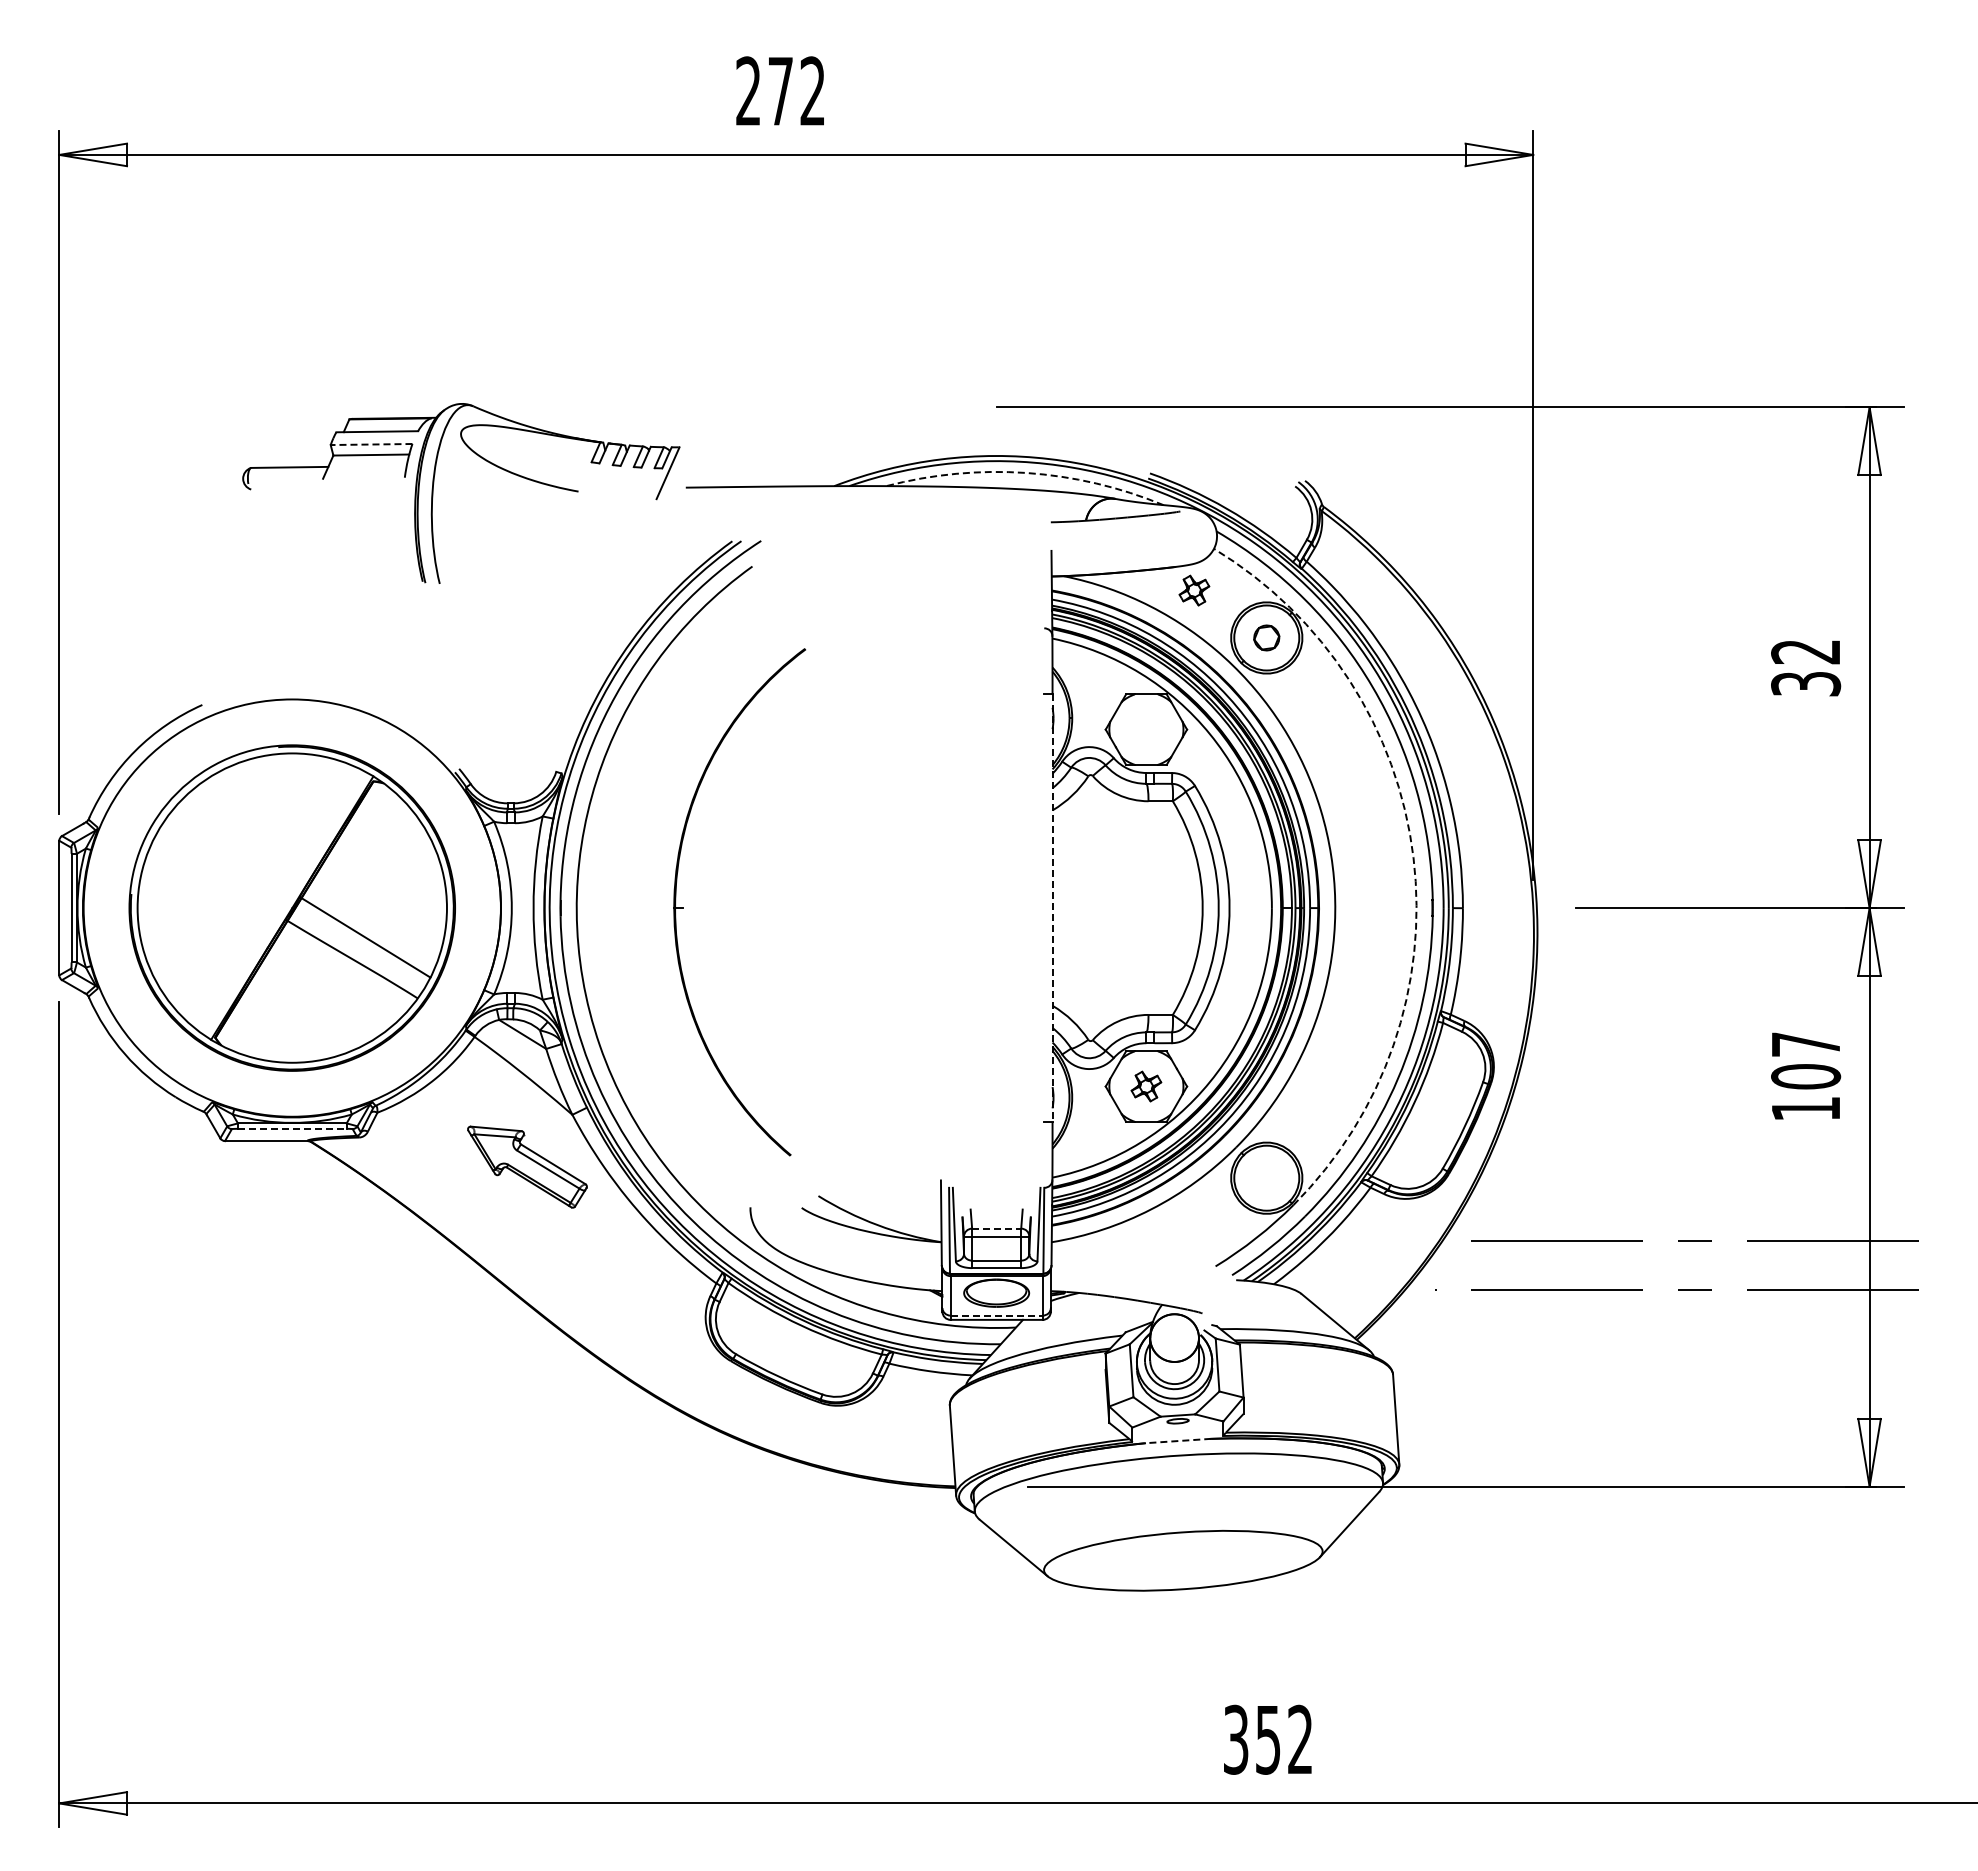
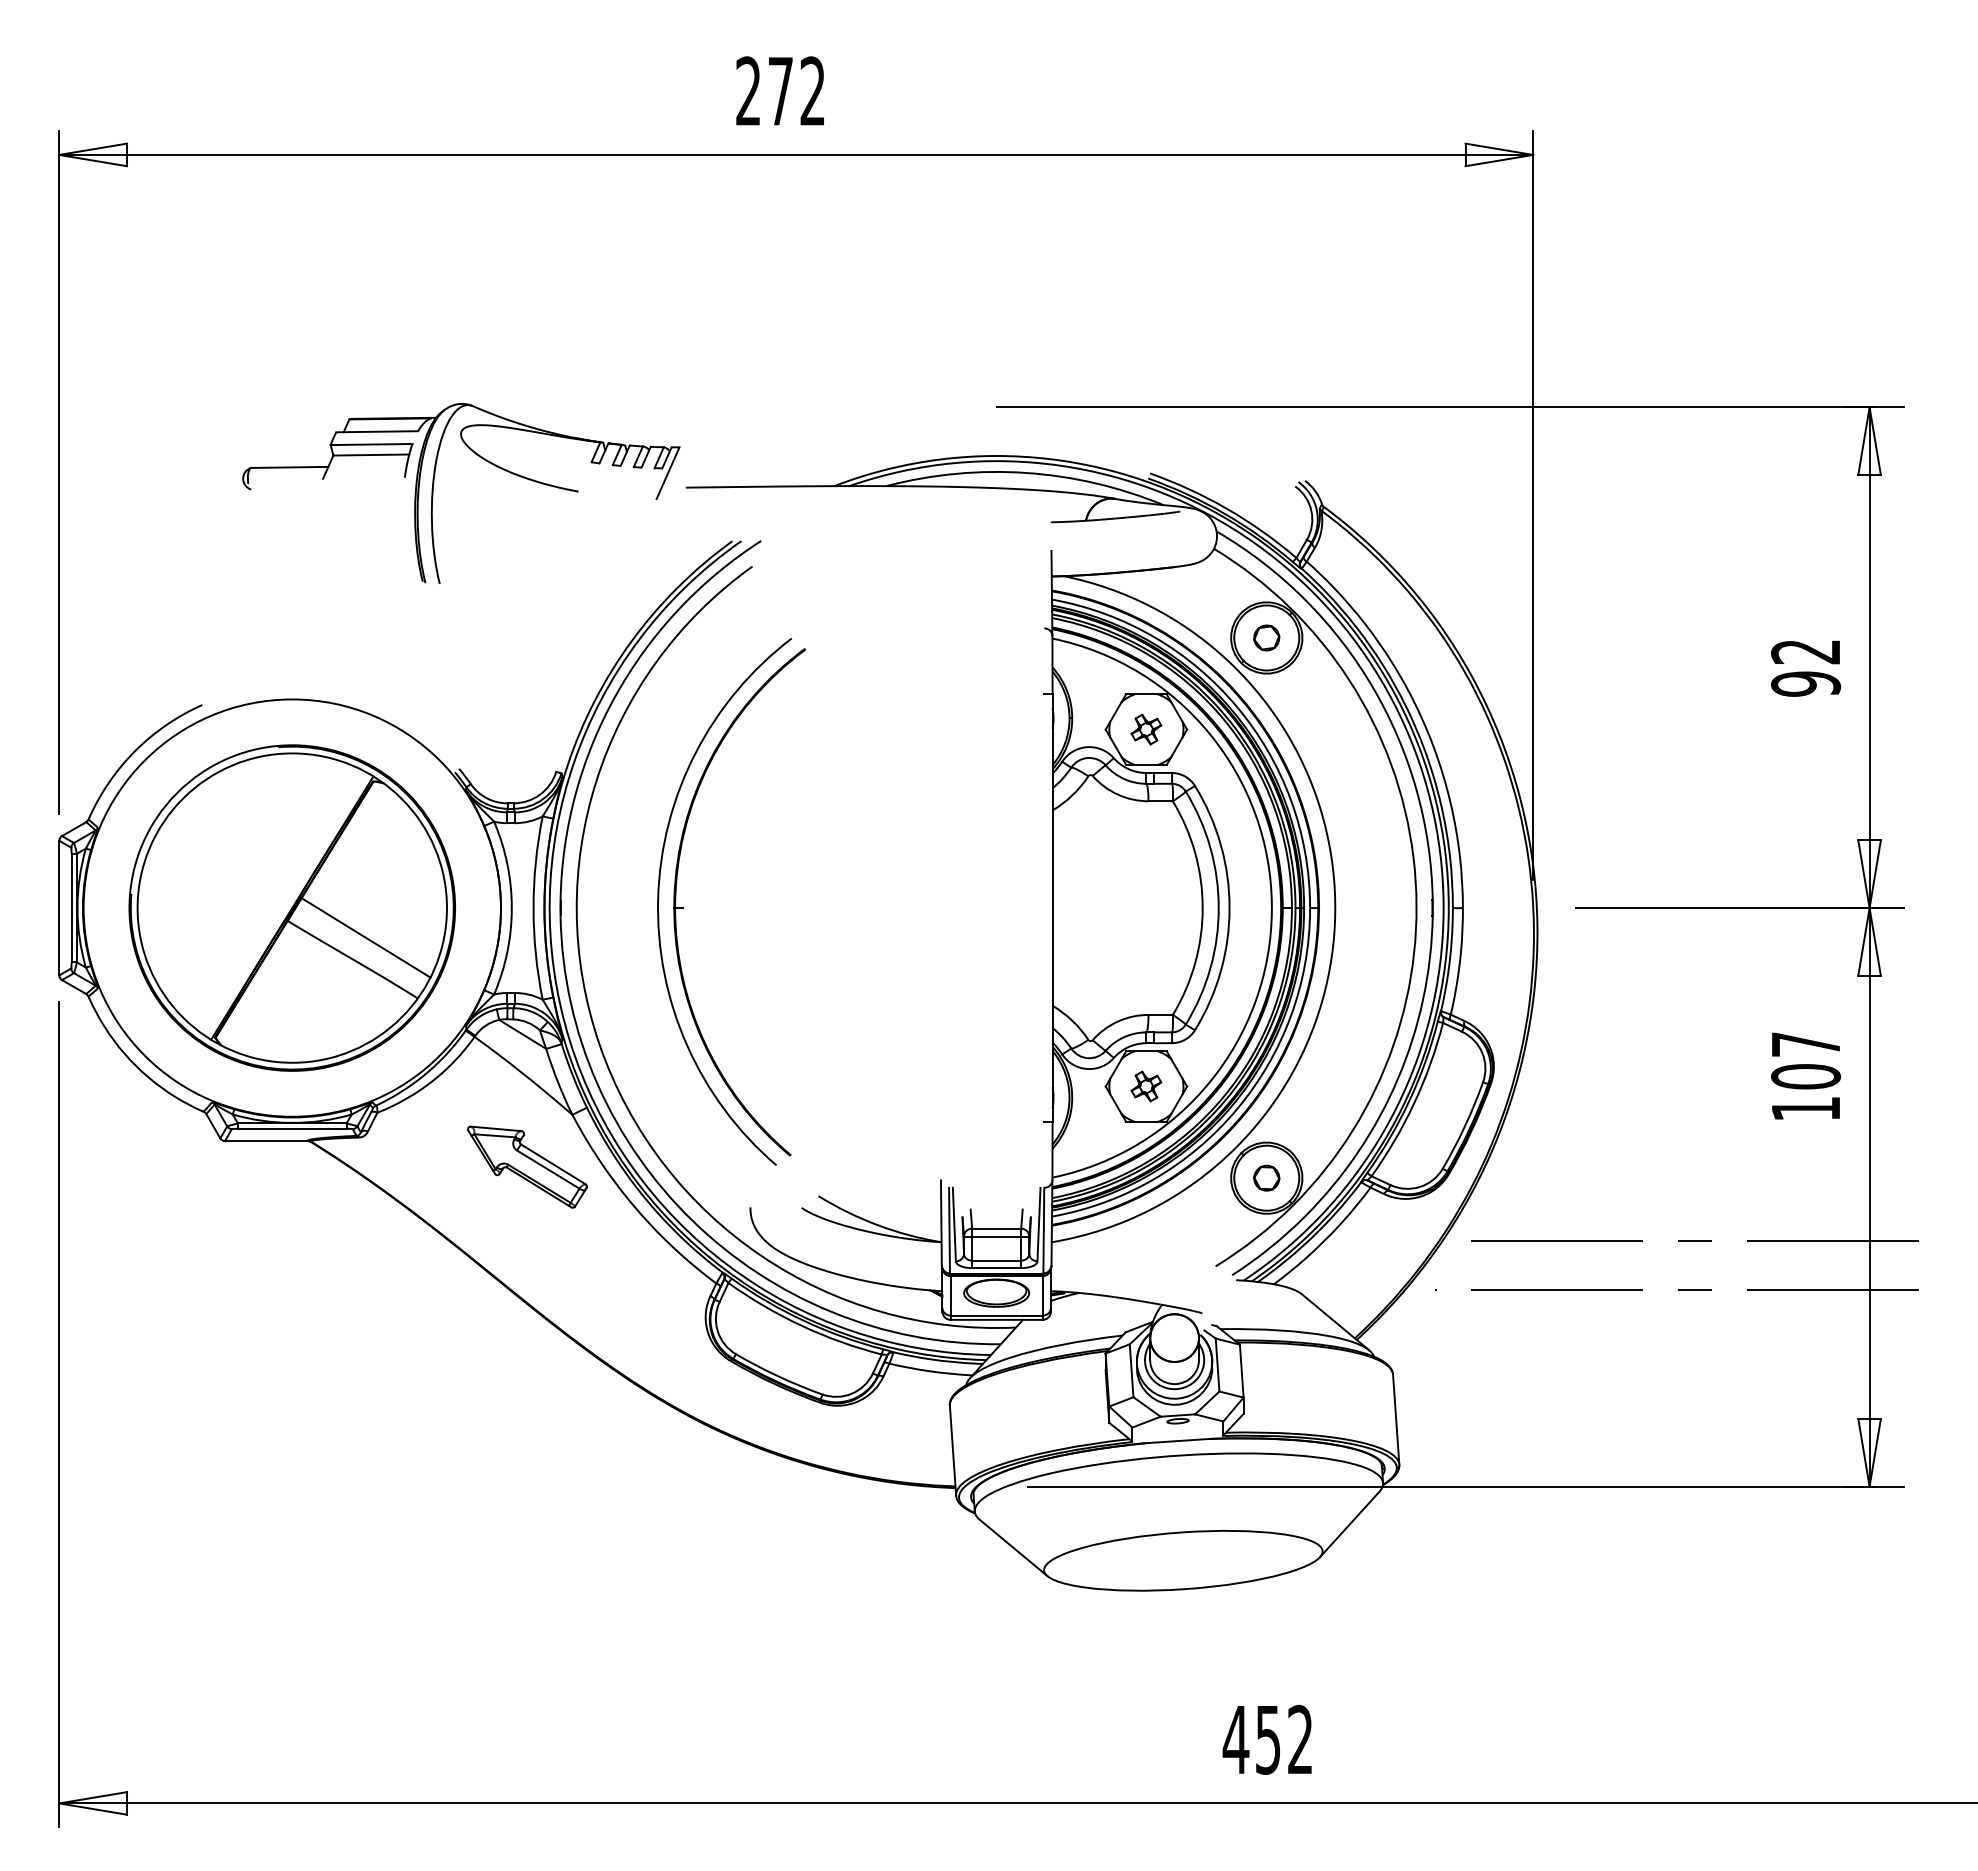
line at (371, 444): dashed -> solid
arc at (1026, 472): dashed -> solid
part at (1194, 590) position: (1194, 590) -> (1146, 729)
text at (1805, 683): 32 -> 92
arc at (1413, 857): dashed -> solid
arc at (659, 898): none -> present
line at (1052, 908): dashed -> solid
line at (292, 1128): dashed -> solid
part at (1266, 1177): none -> present
line at (996, 1228): dashed -> solid
line at (997, 1315): dashed -> solid
line at (1177, 1441): dashed -> solid
text at (1235, 1739): 352 -> 452
